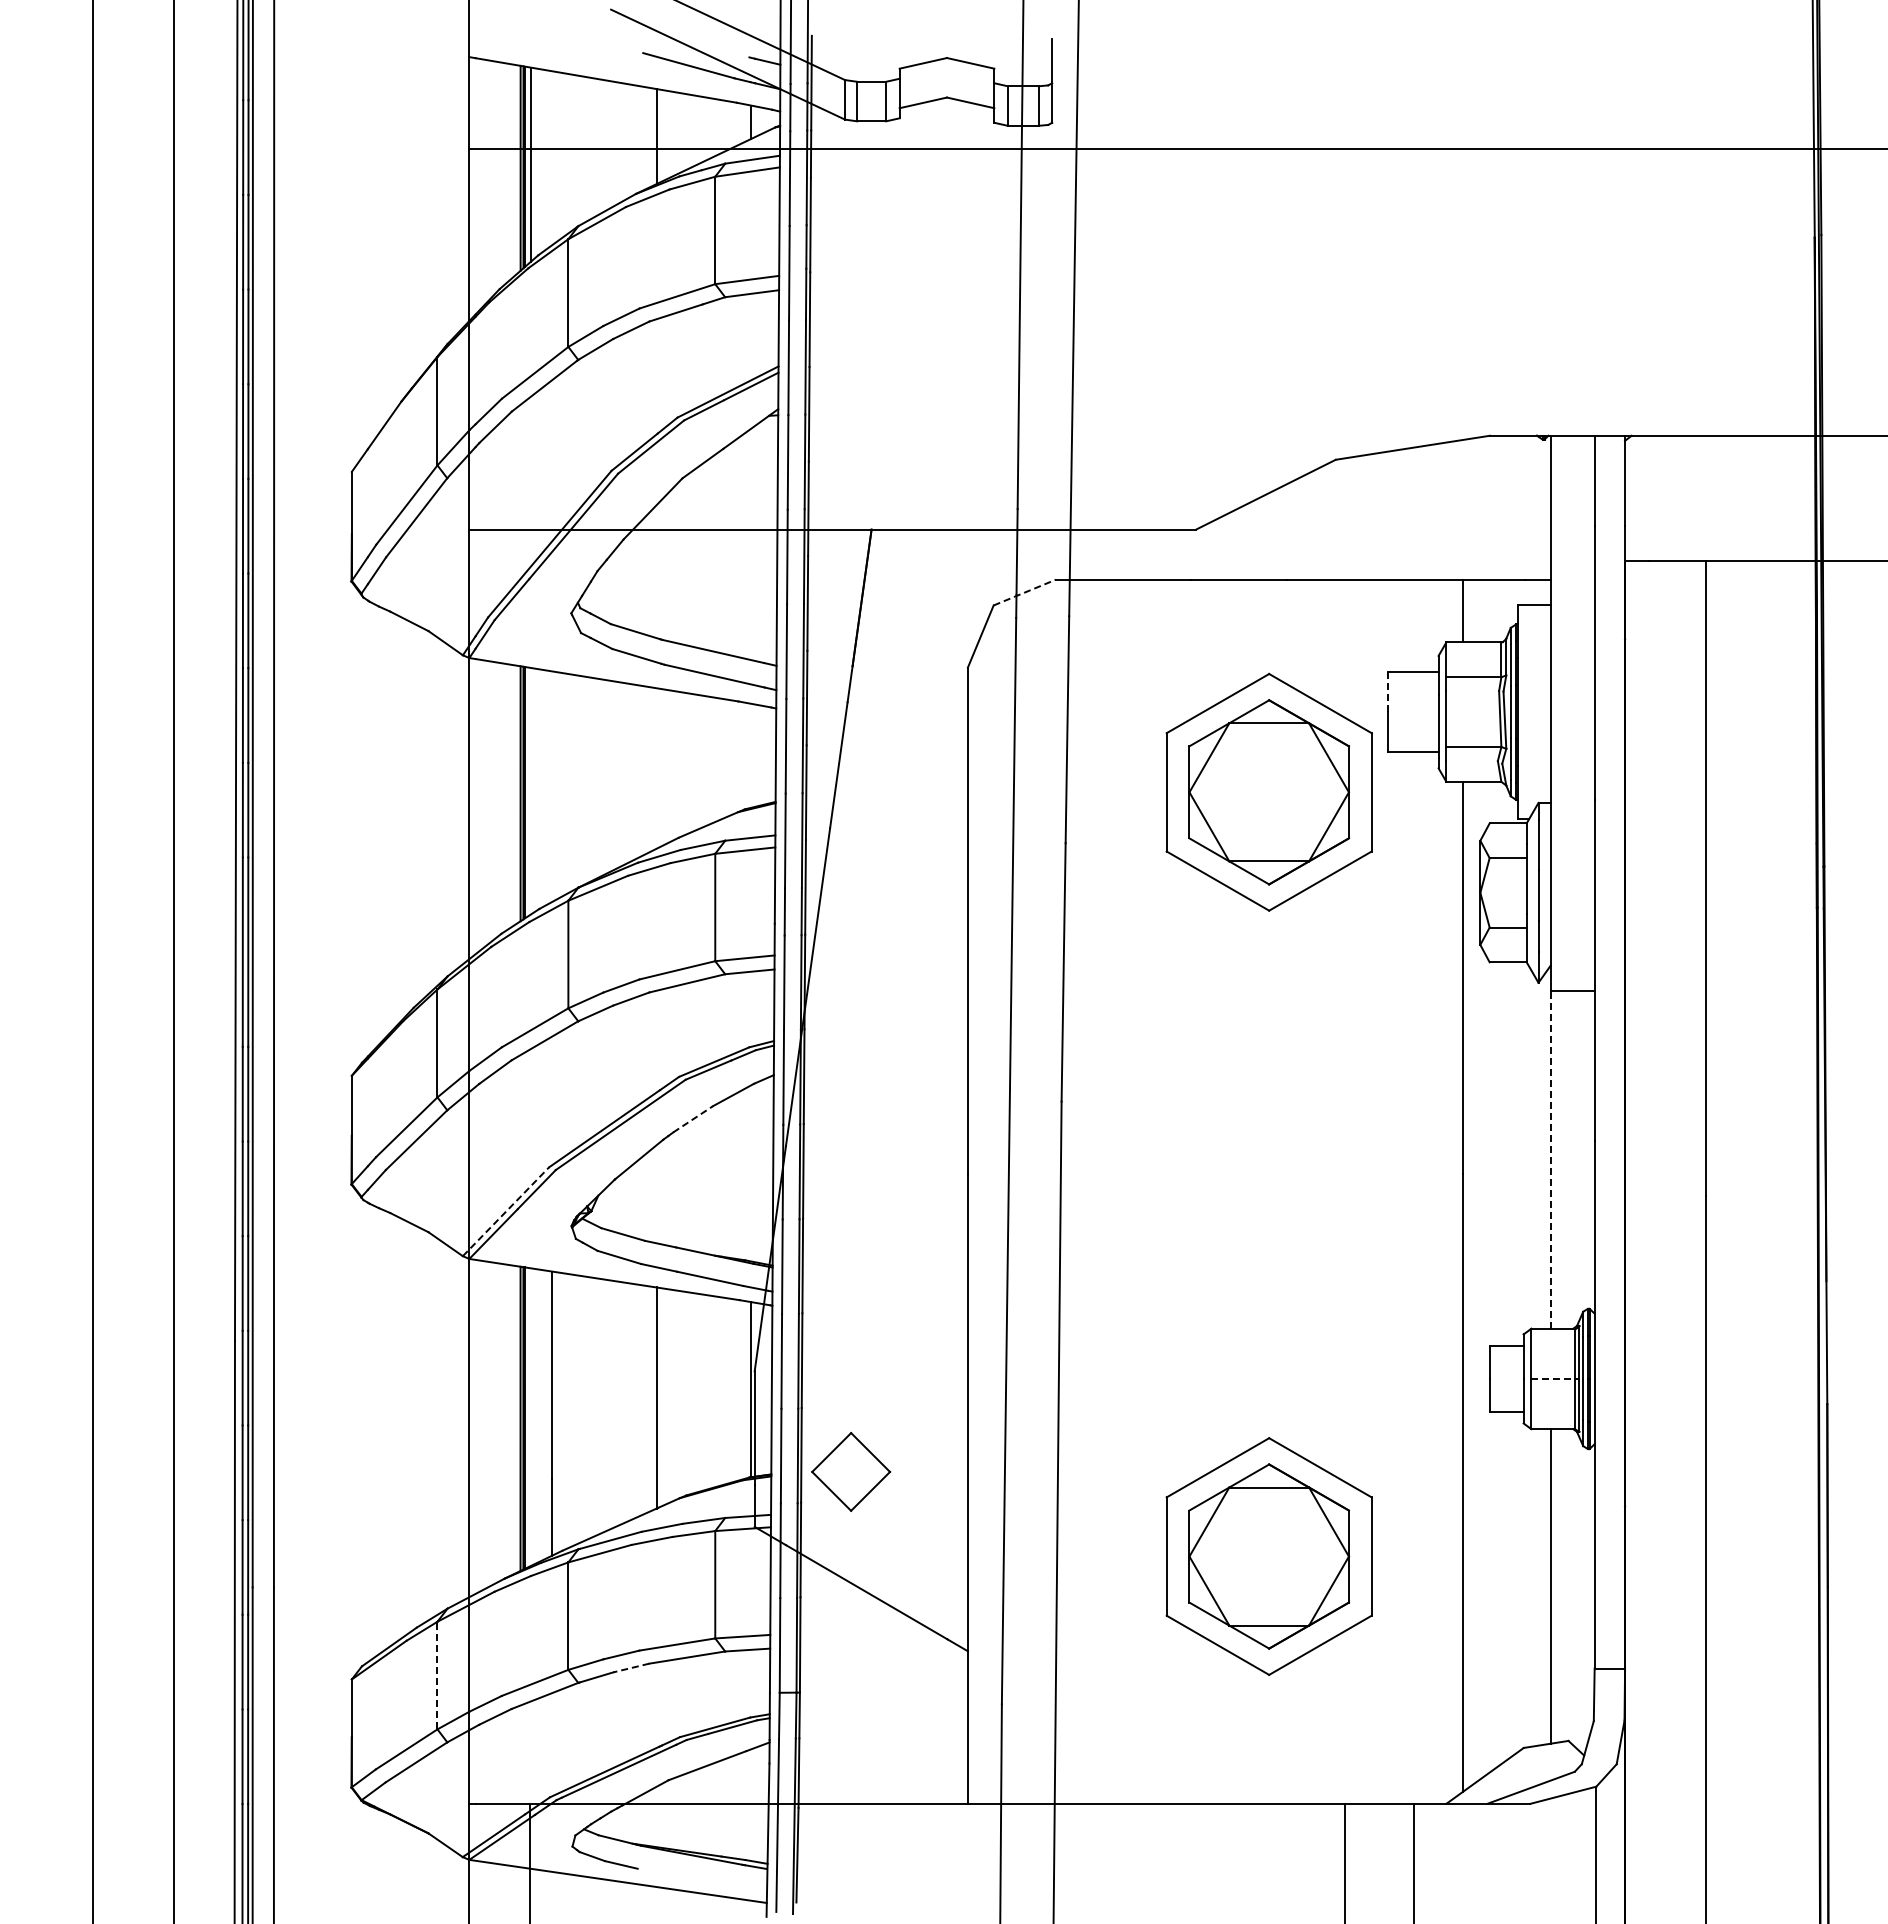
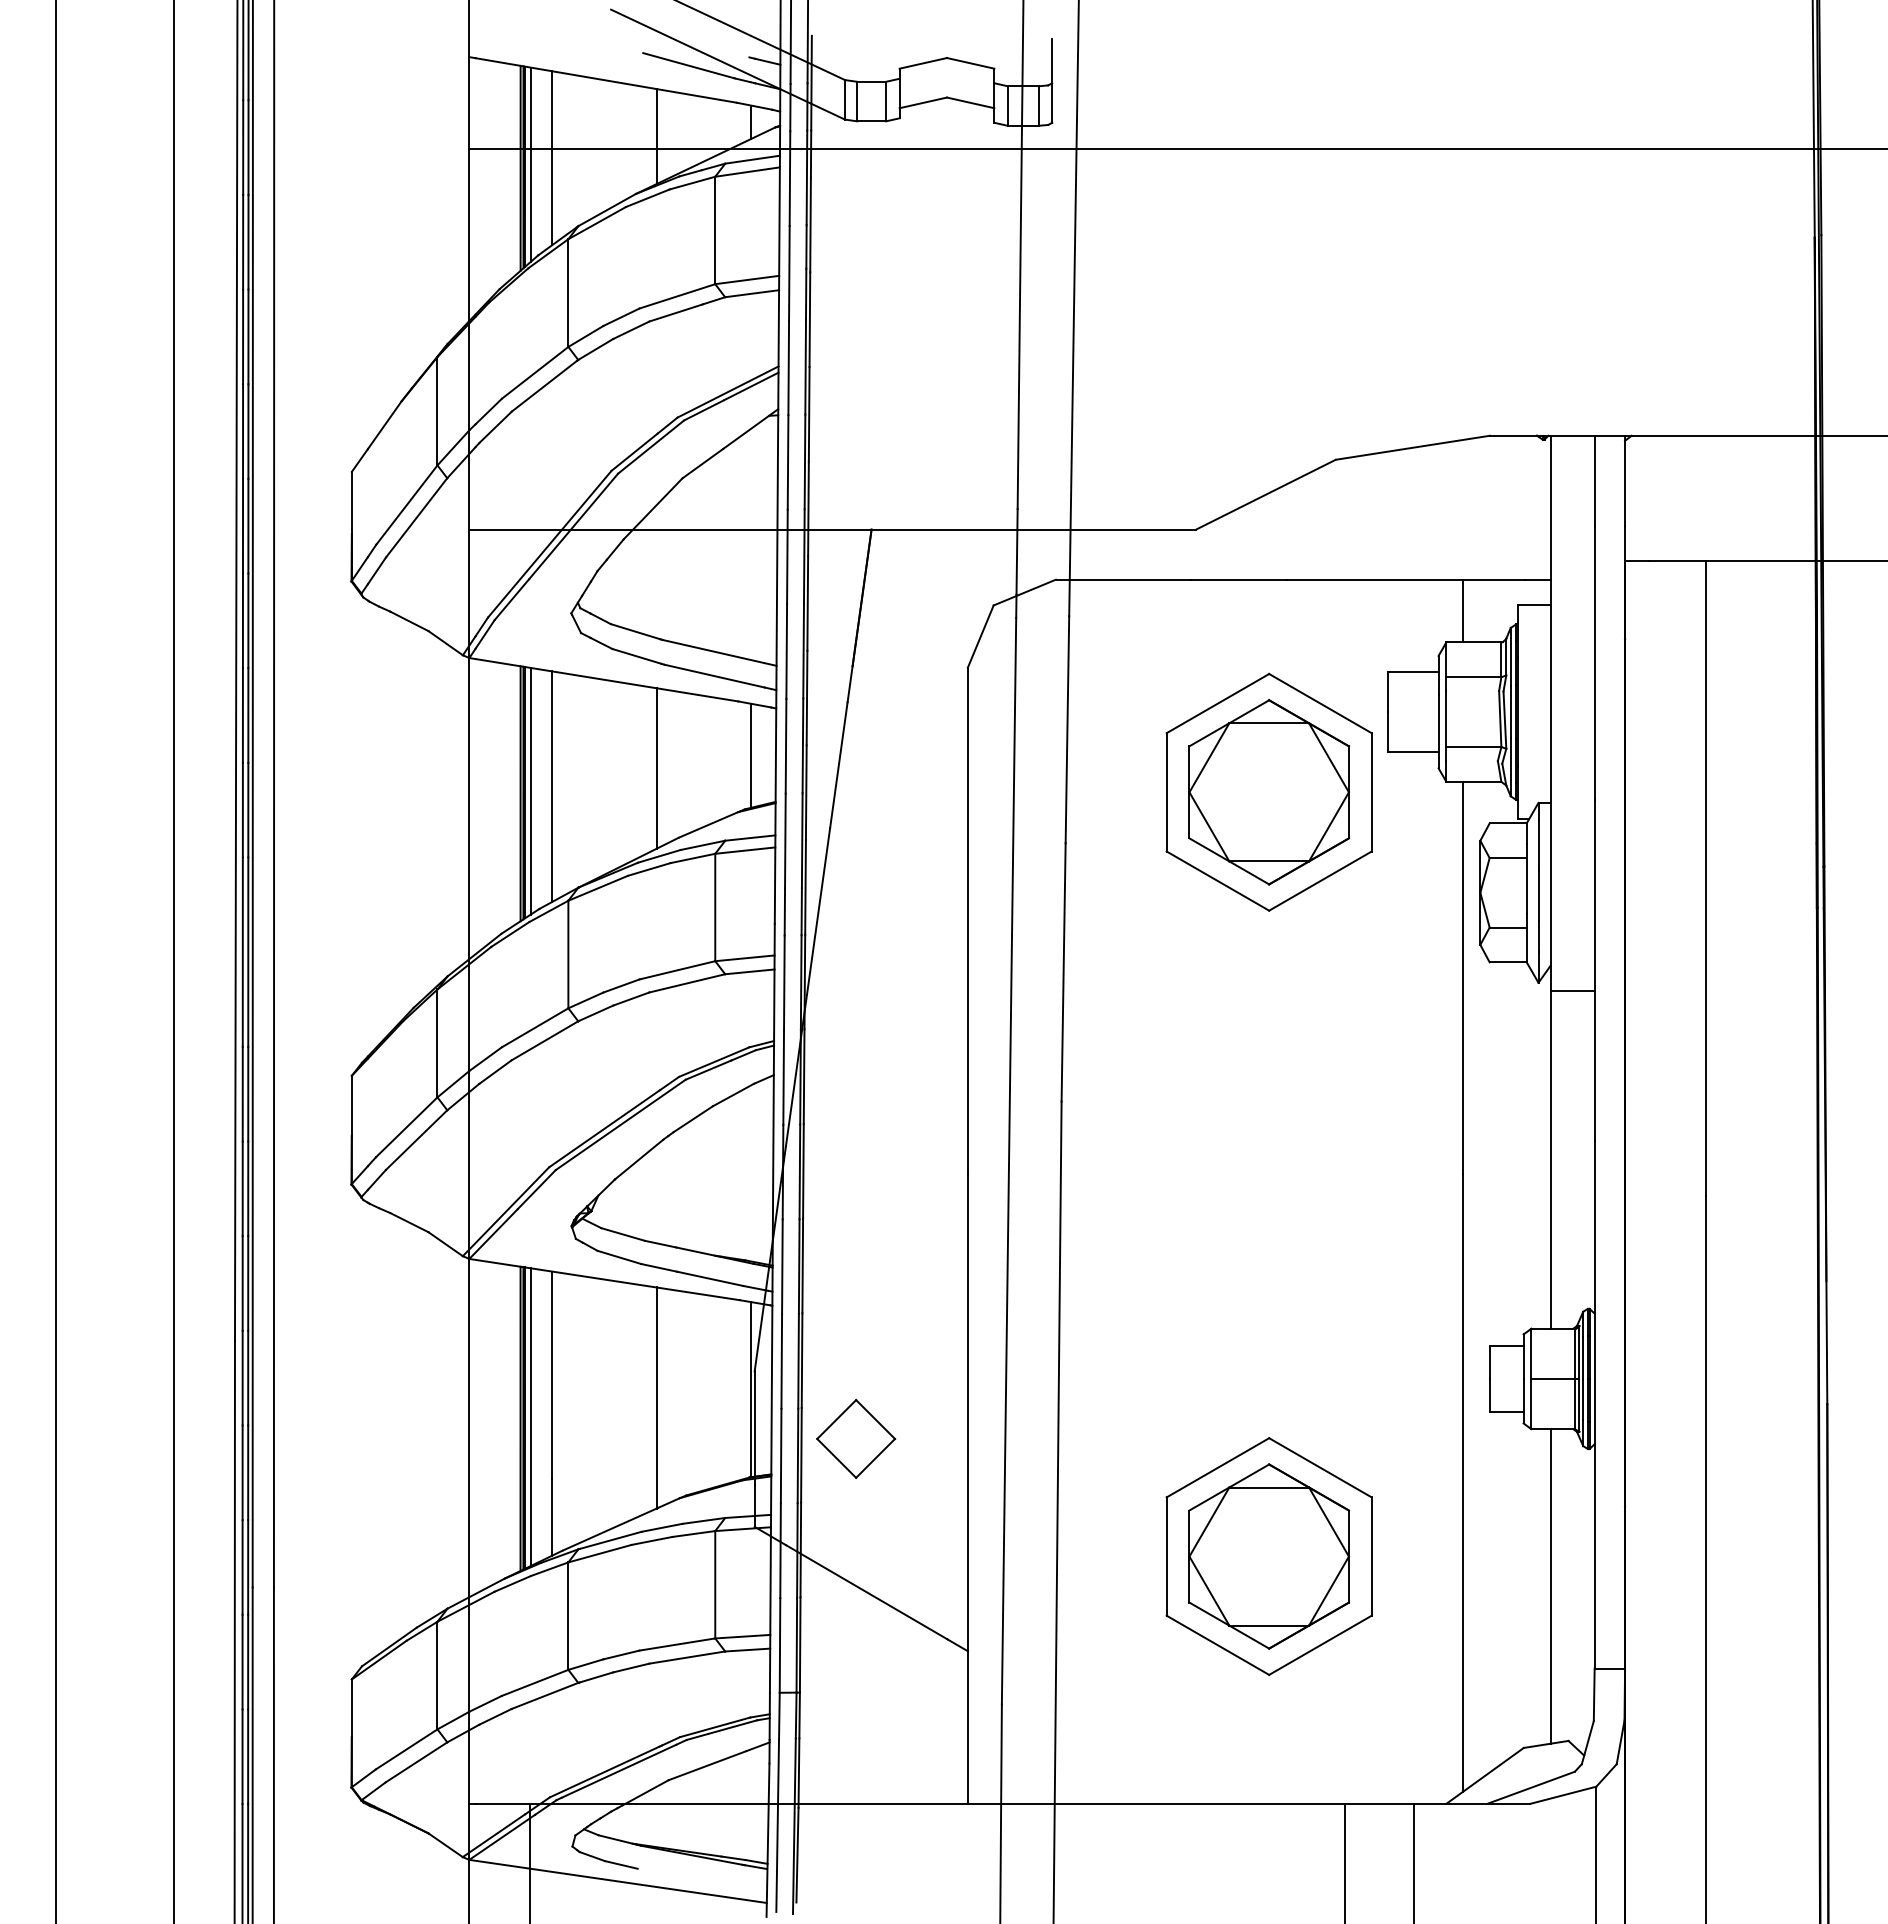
line at (552, 158): none -> present
line at (1024, 592): dashed -> solid
line at (1388, 691): dashed -> solid
line at (751, 755): none -> present
line at (656, 768): none -> present
line at (552, 786): none -> present
line at (530, 790): none -> present
line at (93, 961) position: (93, 961) -> (56, 961)
line at (693, 1119): dashed -> solid
line at (1550, 1159): dashed -> solid
line at (506, 1211): dashed -> solid
line at (1553, 1378): dashed -> solid
line at (530, 1416): none -> present
part at (851, 1471) position: (851, 1471) -> (856, 1438)
line at (631, 1668): dashed -> solid
line at (437, 1675): dashed -> solid
